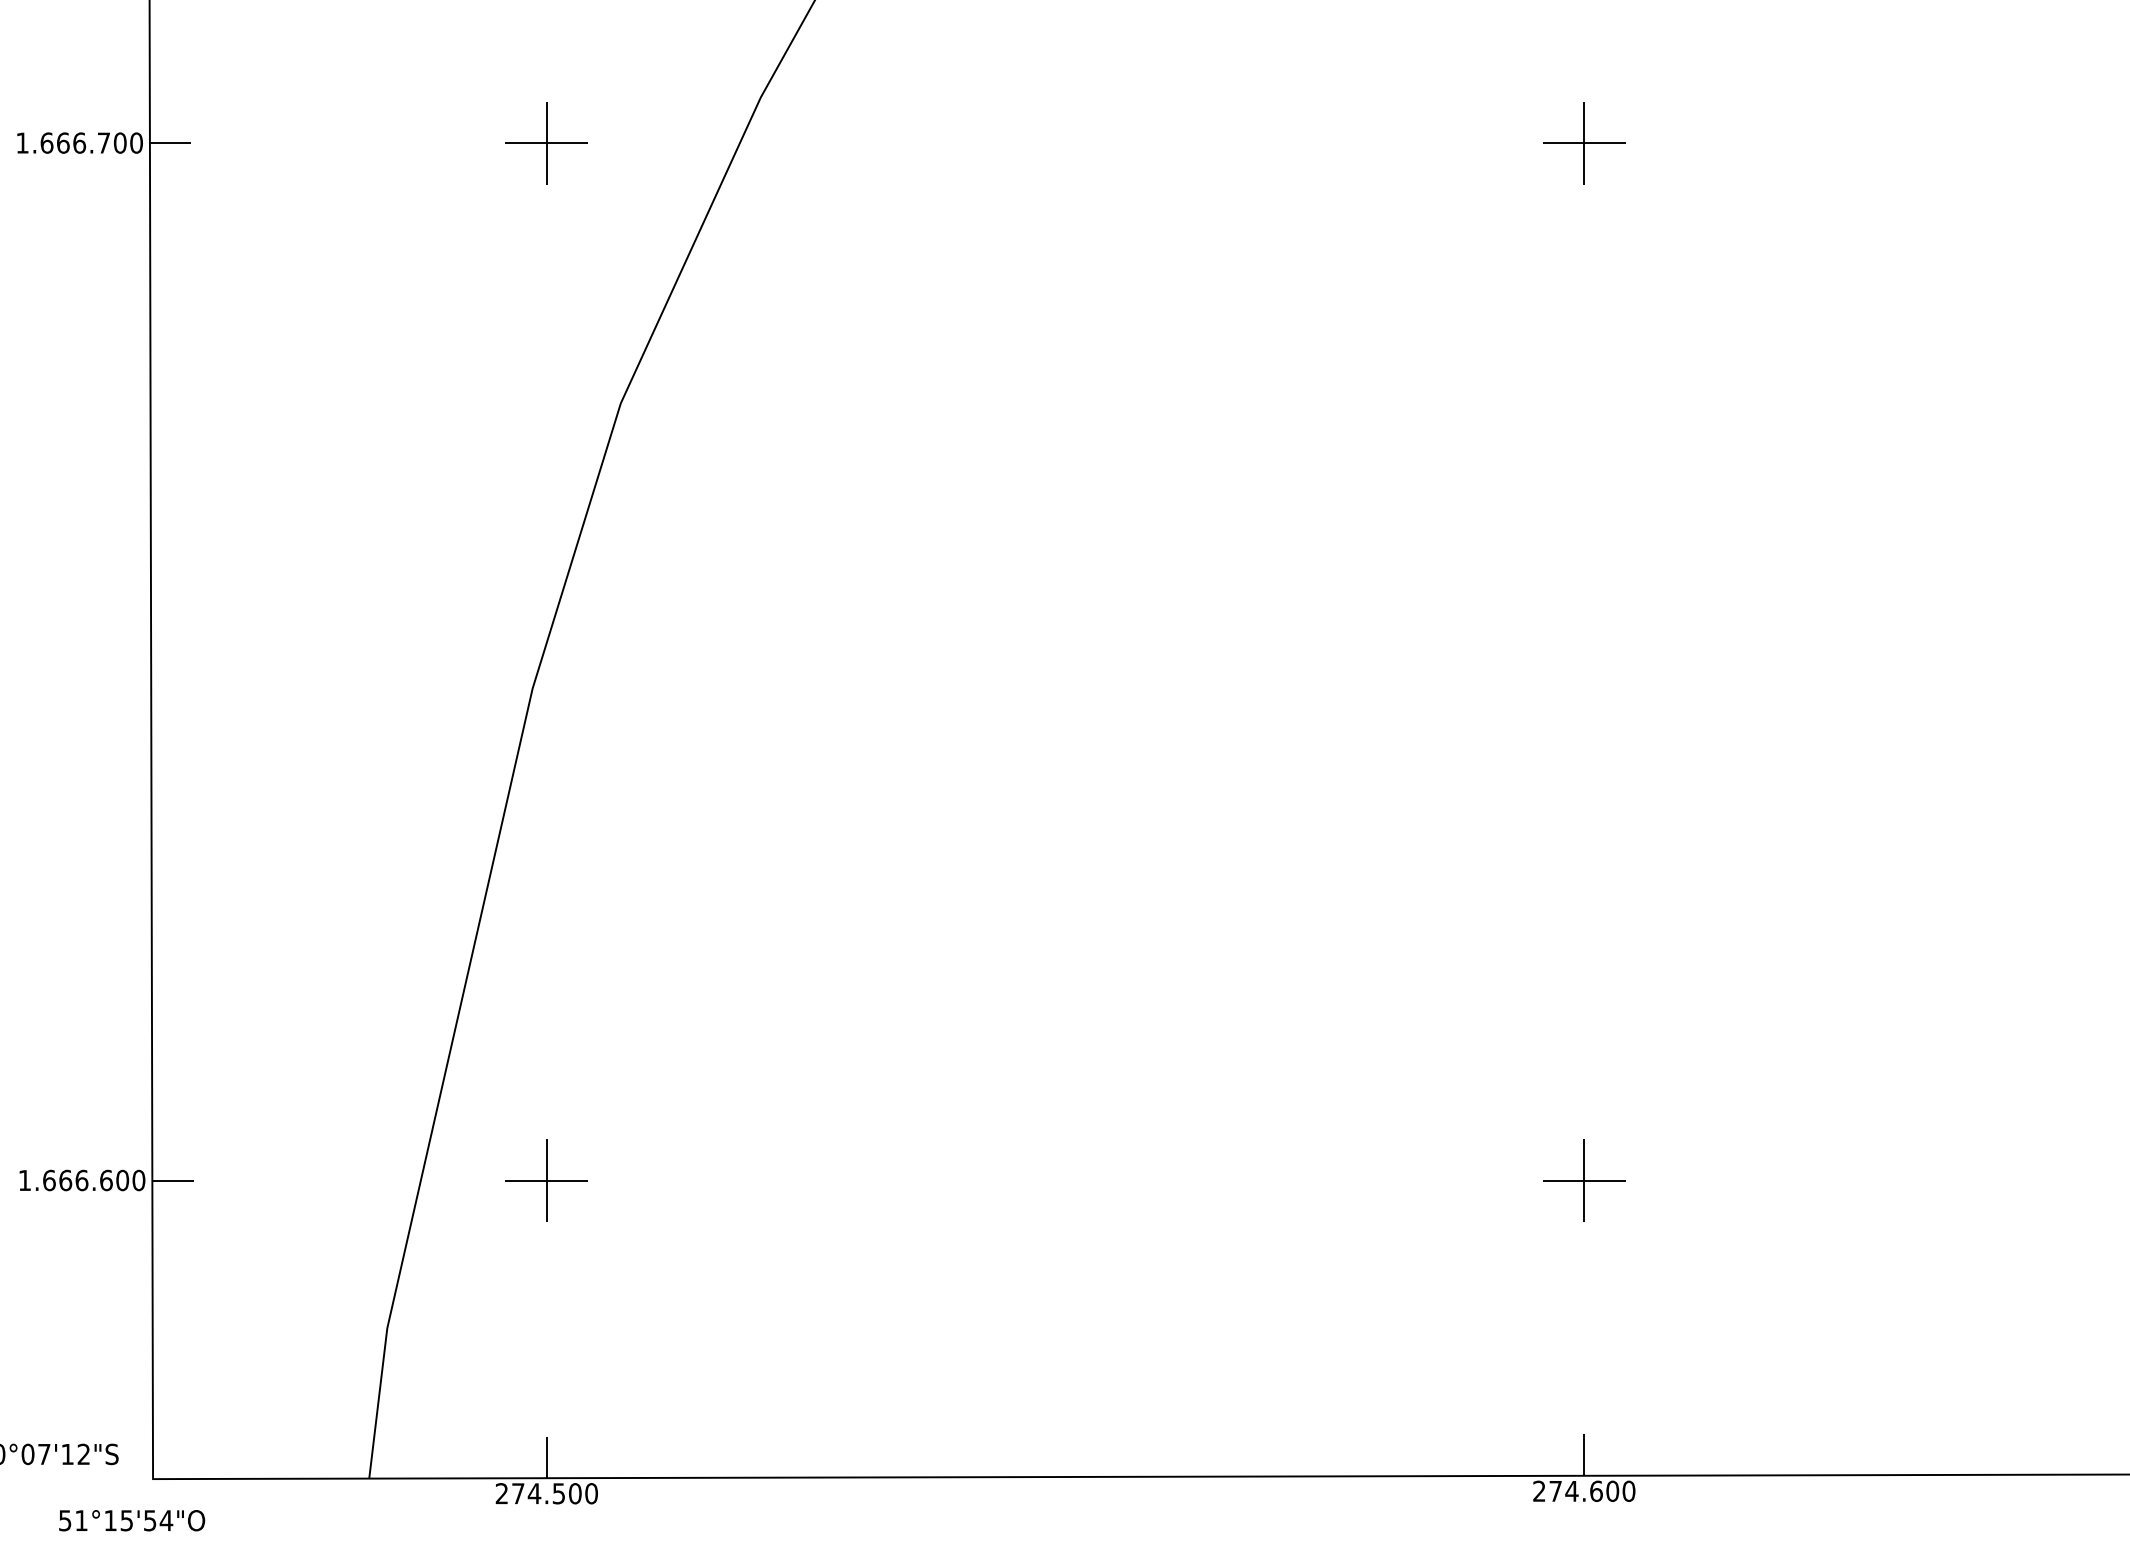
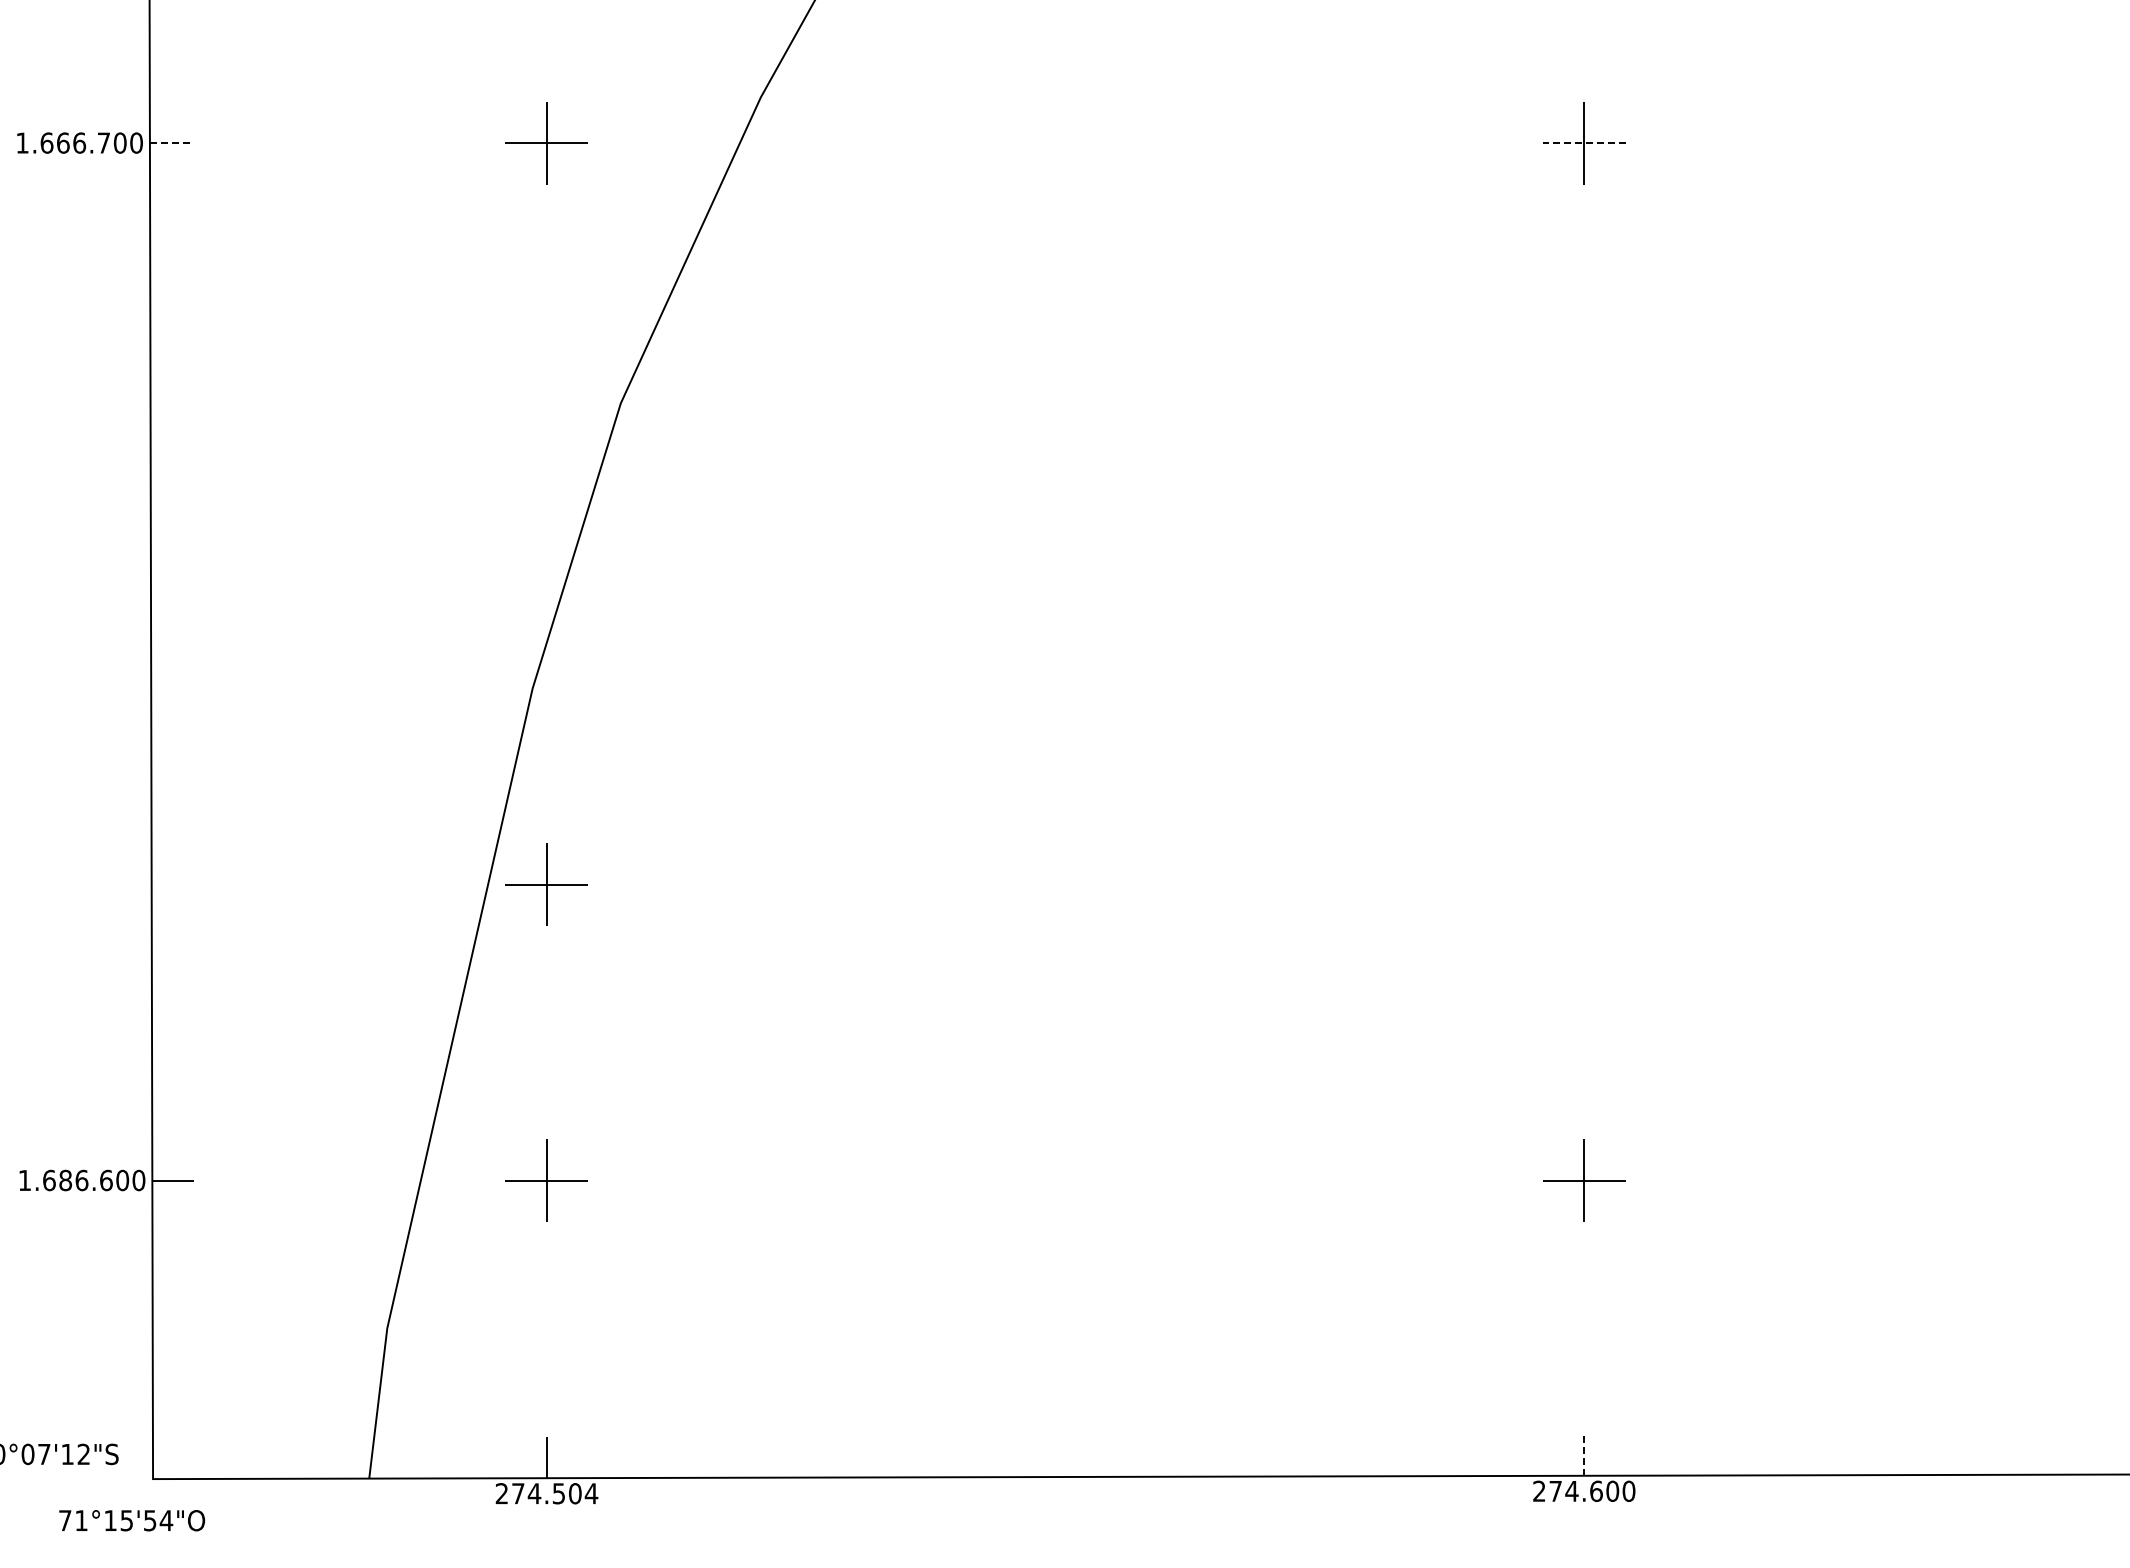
line at (170, 143): solid -> dashed
line at (1583, 143): solid -> dashed
part at (546, 884): none -> present
text at (65, 1180): 1.666.600 -> 1.686.600
line at (1584, 1455): solid -> dashed
text at (591, 1493): 274.500 -> 274.504
text at (65, 1520): 51°15'54"O -> 71°15'54"O
